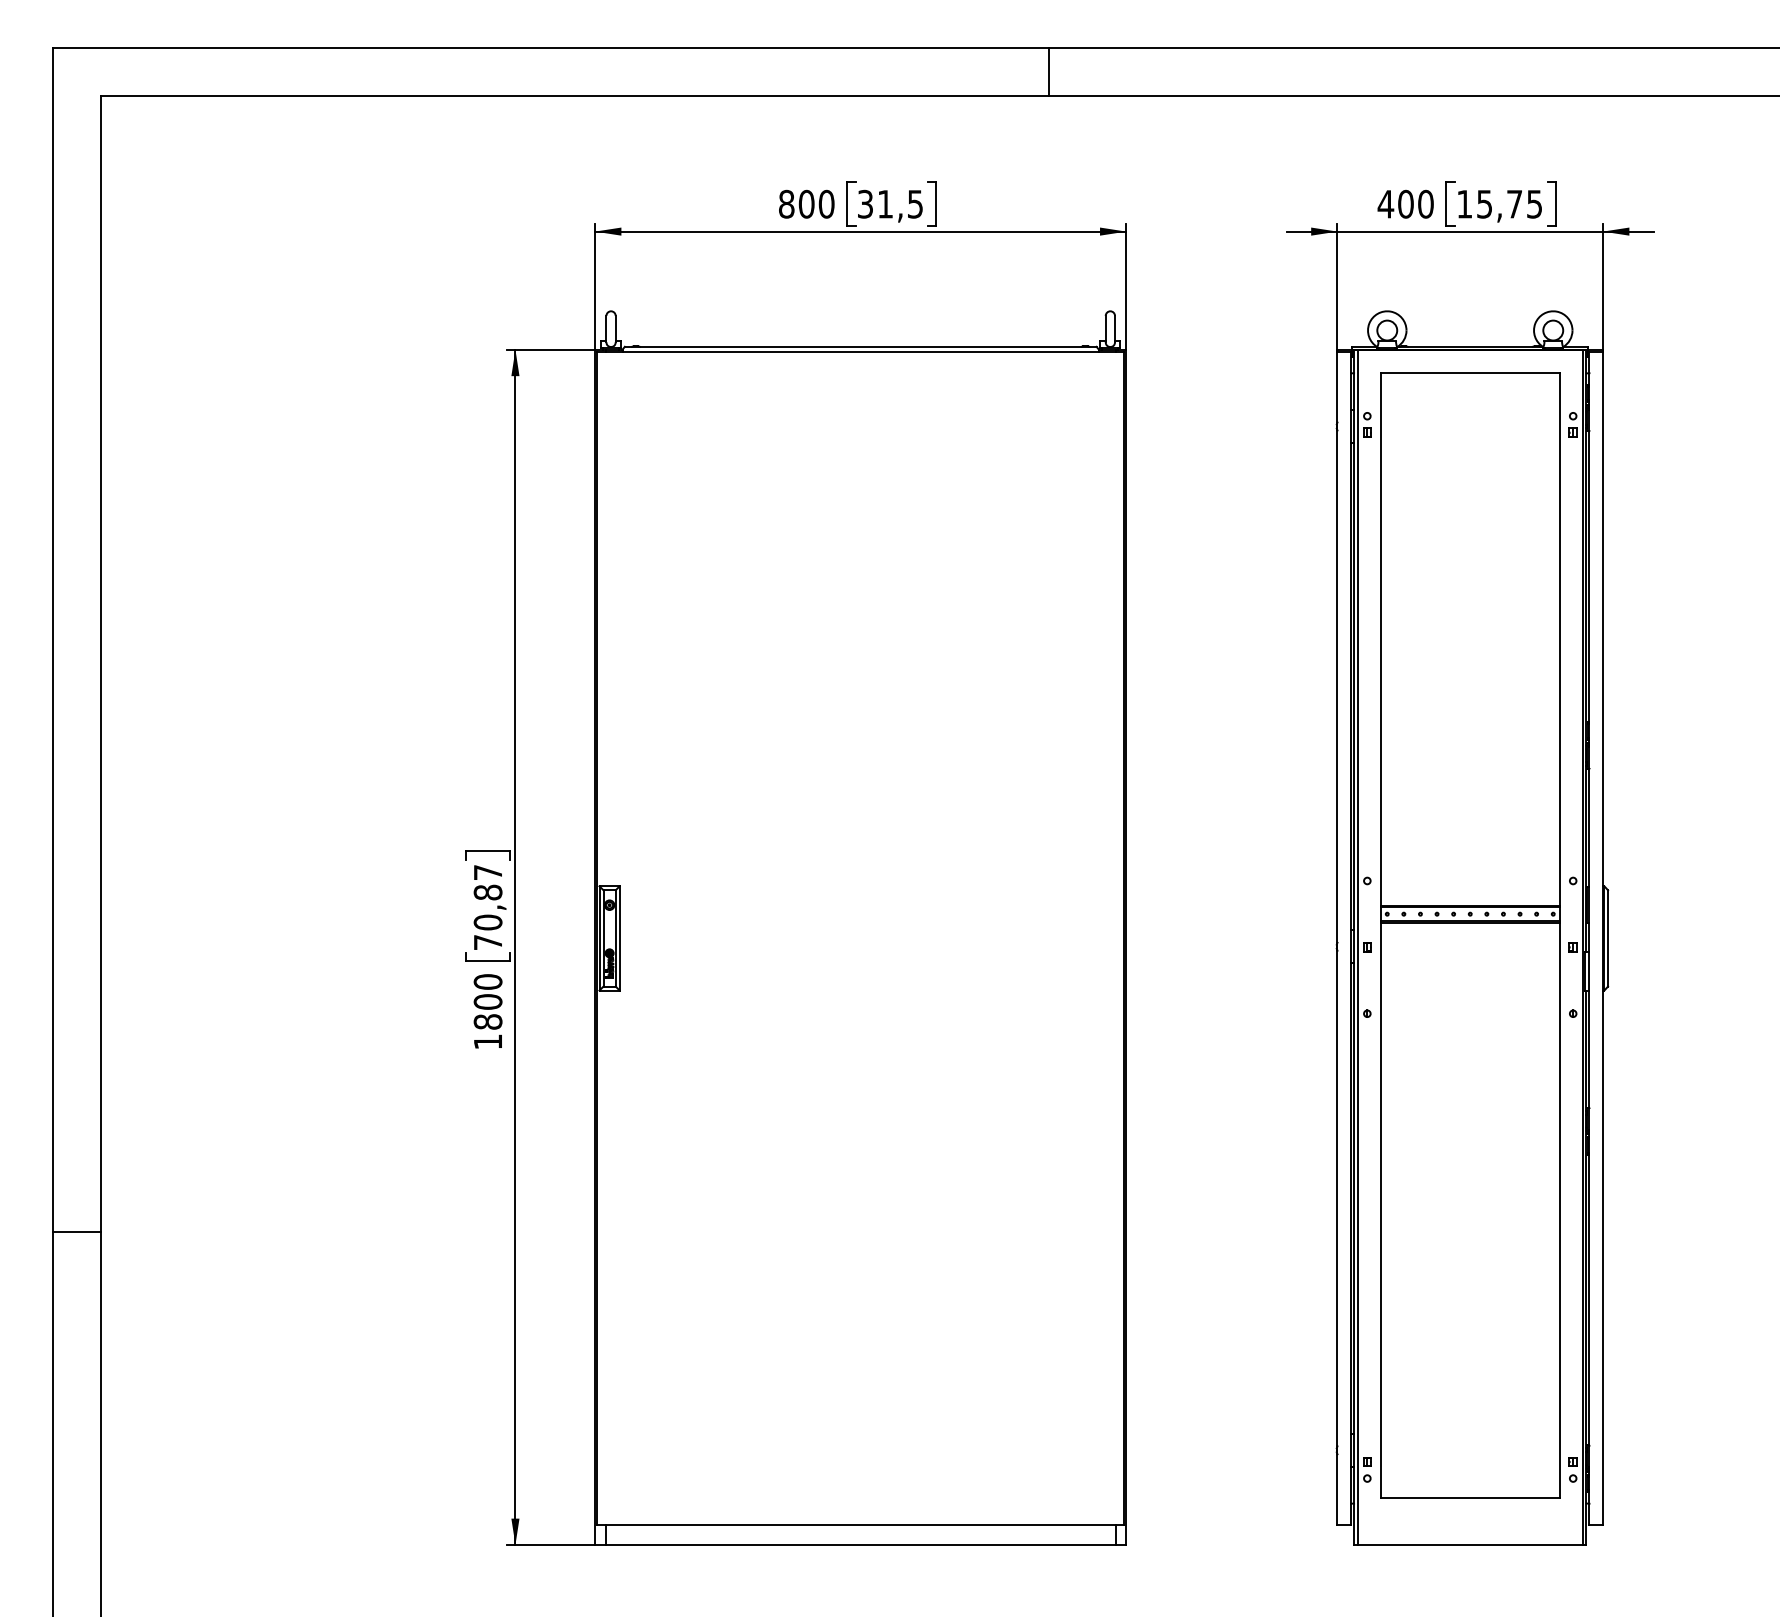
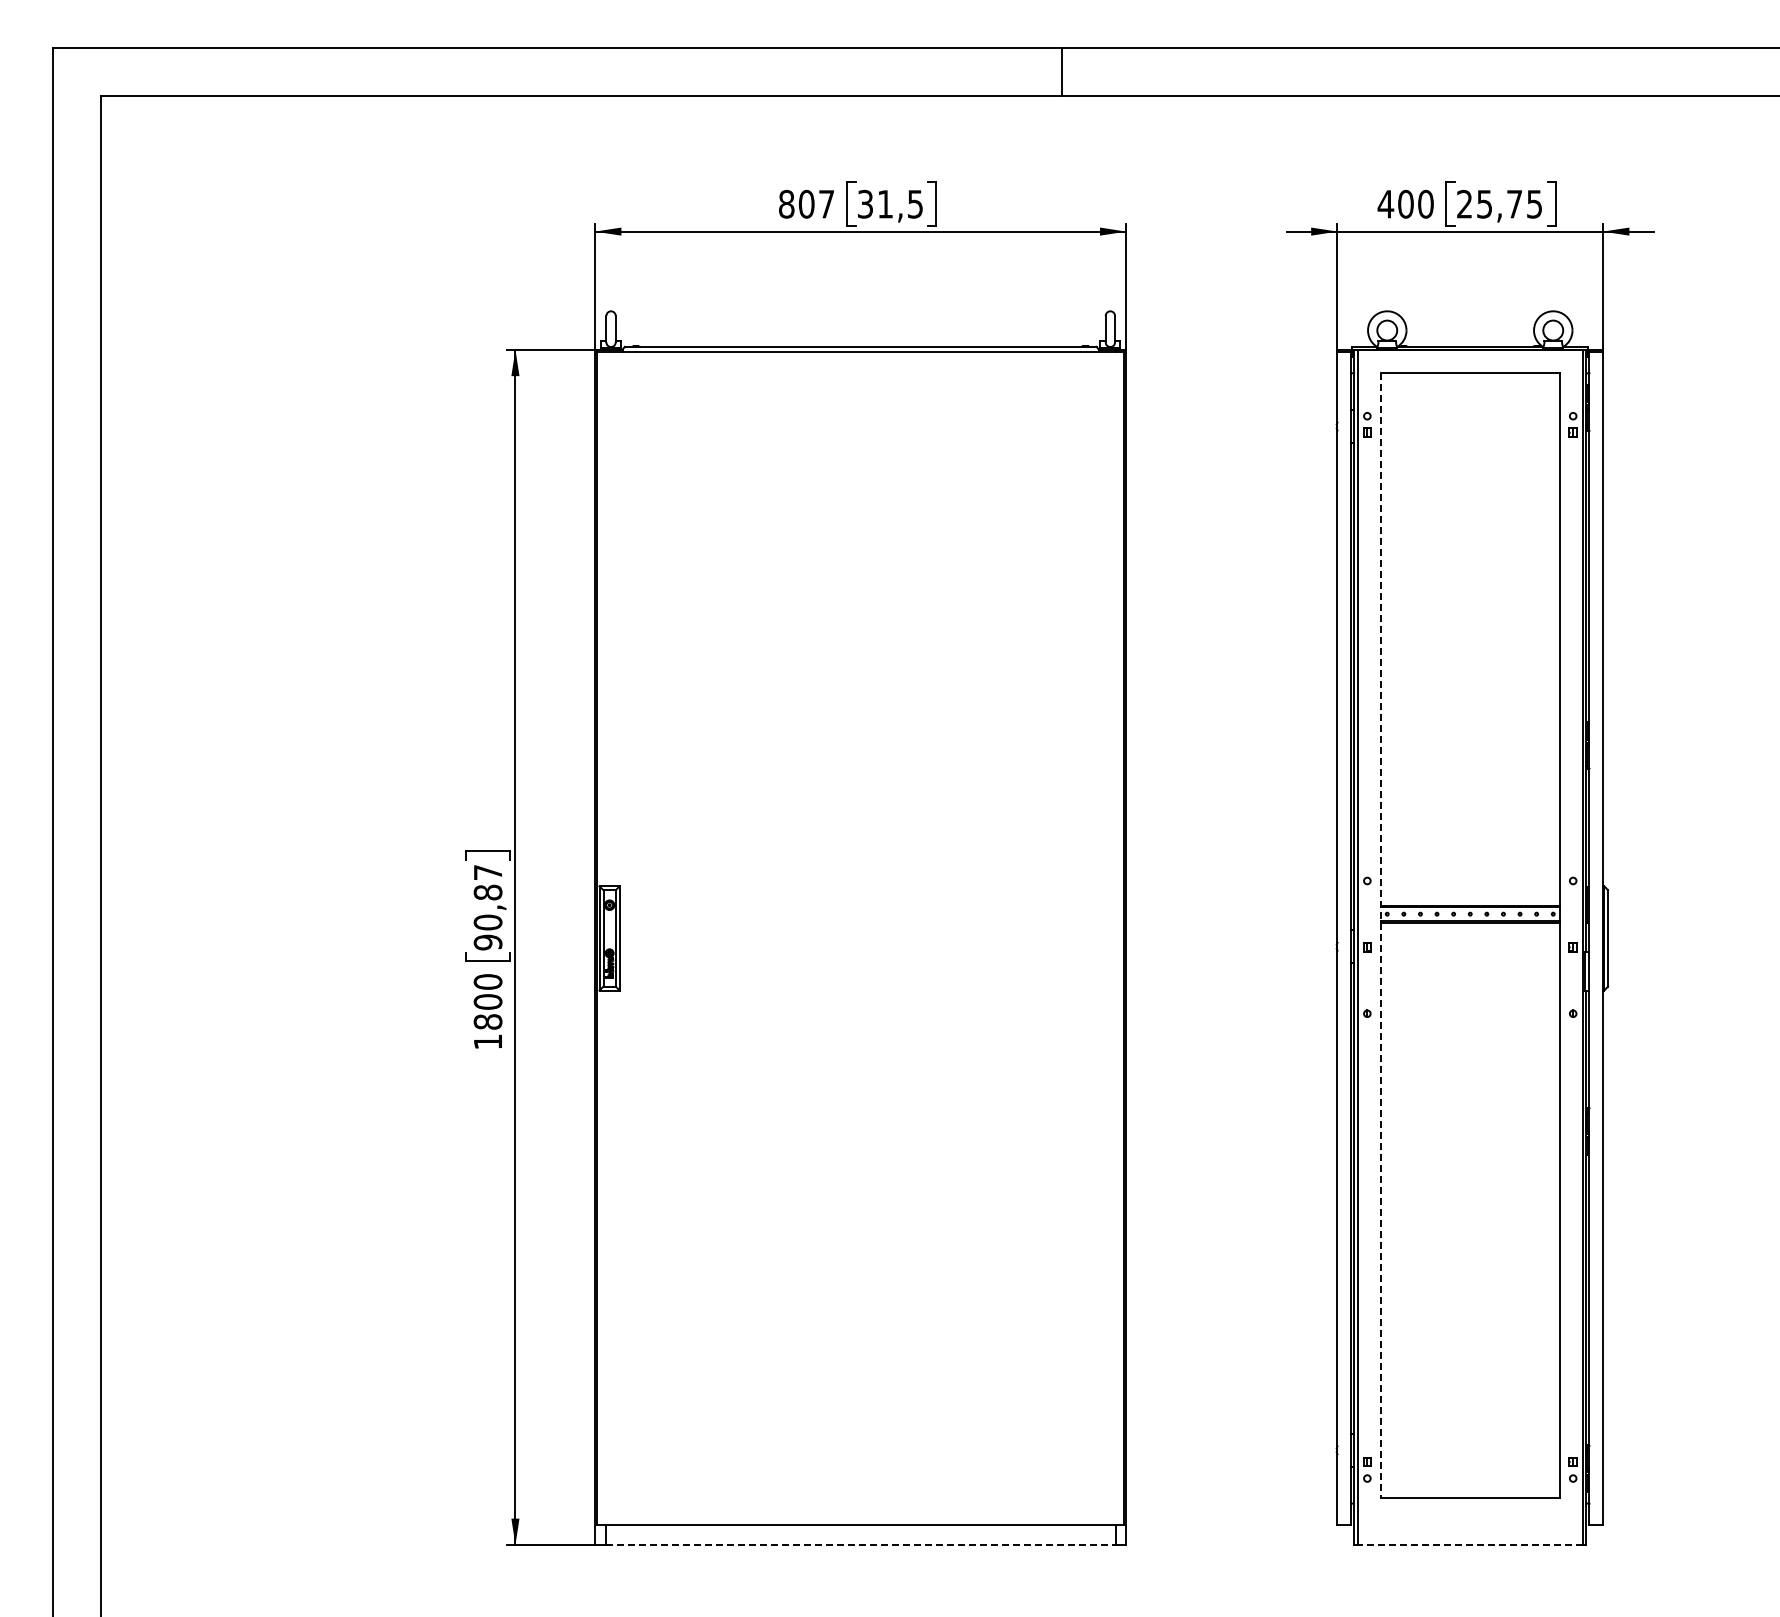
line at (1049, 72) position: (1049, 72) -> (1062, 72)
text at (826, 203): 800 -> 807
text at (1464, 203): 15,75 -> 25,75
line at (1380, 935): solid -> dashed
text at (487, 942): 70,87 -> 90,87
line at (77, 1231): present -> none
line at (860, 1544): solid -> dashed
line at (1470, 1544): solid -> dashed
